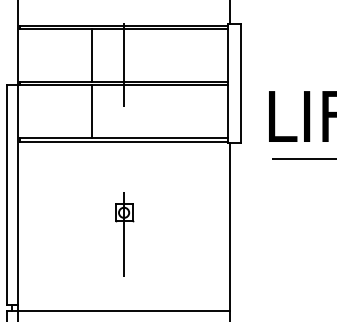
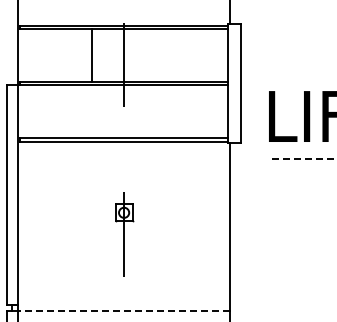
line at (91, 111): present -> none
line at (304, 159): solid -> dashed
line at (123, 311): solid -> dashed
